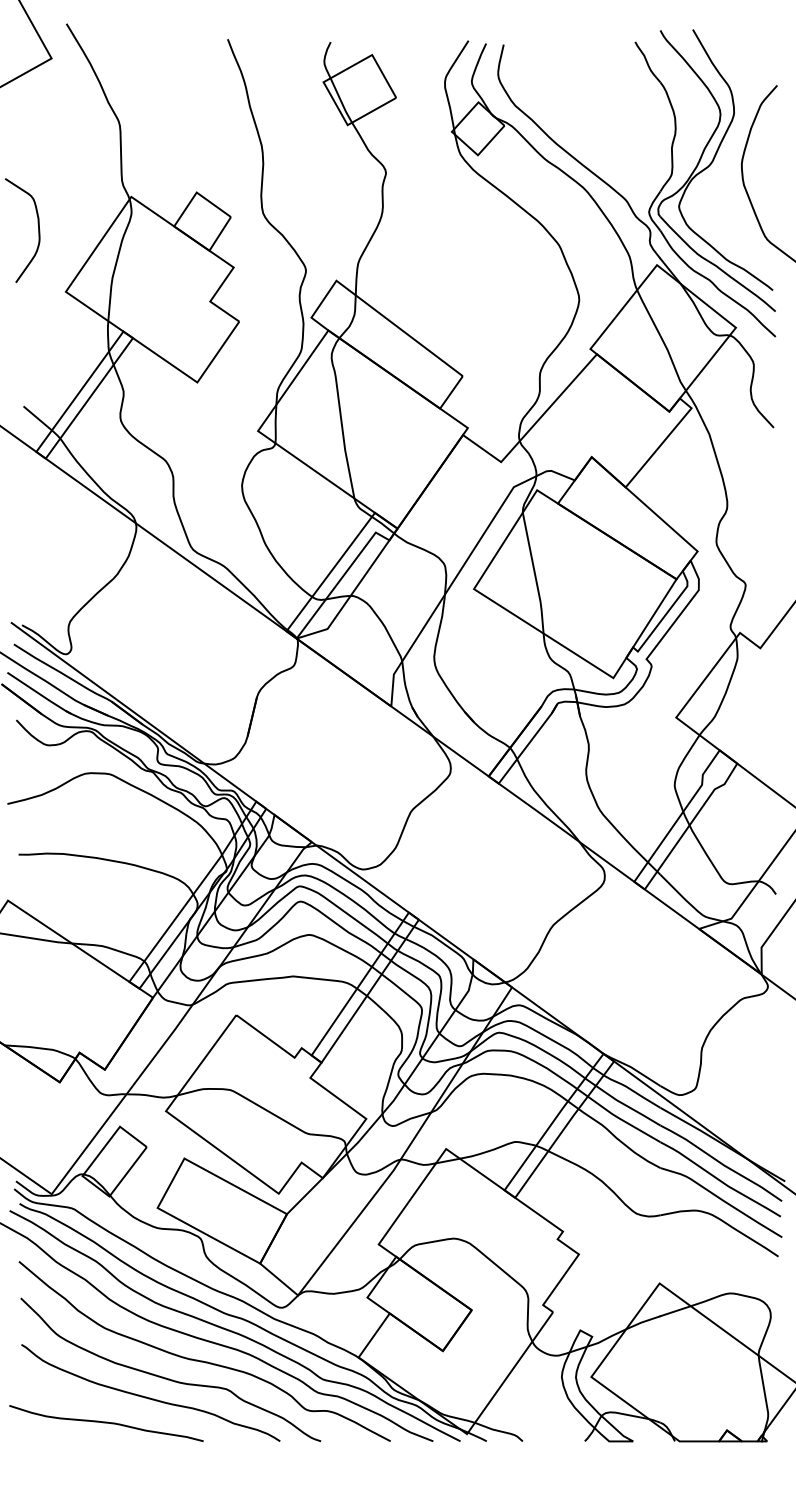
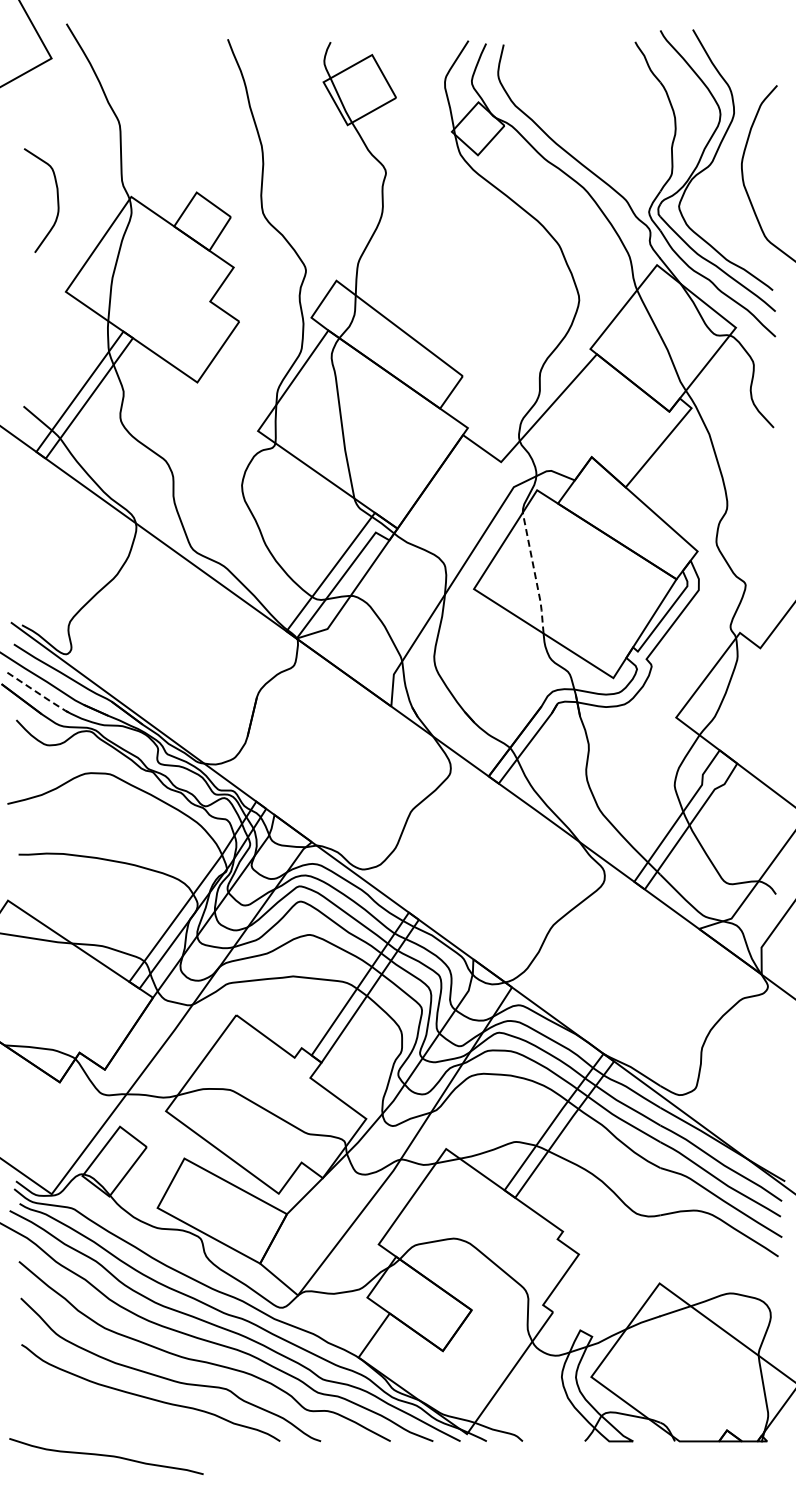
curve at (38, 230) position: (38, 230) -> (57, 200)
line at (535, 574): solid -> dashed
line at (40, 694): solid -> dashed
curve at (106, 1423) position: (106, 1423) -> (106, 1456)
